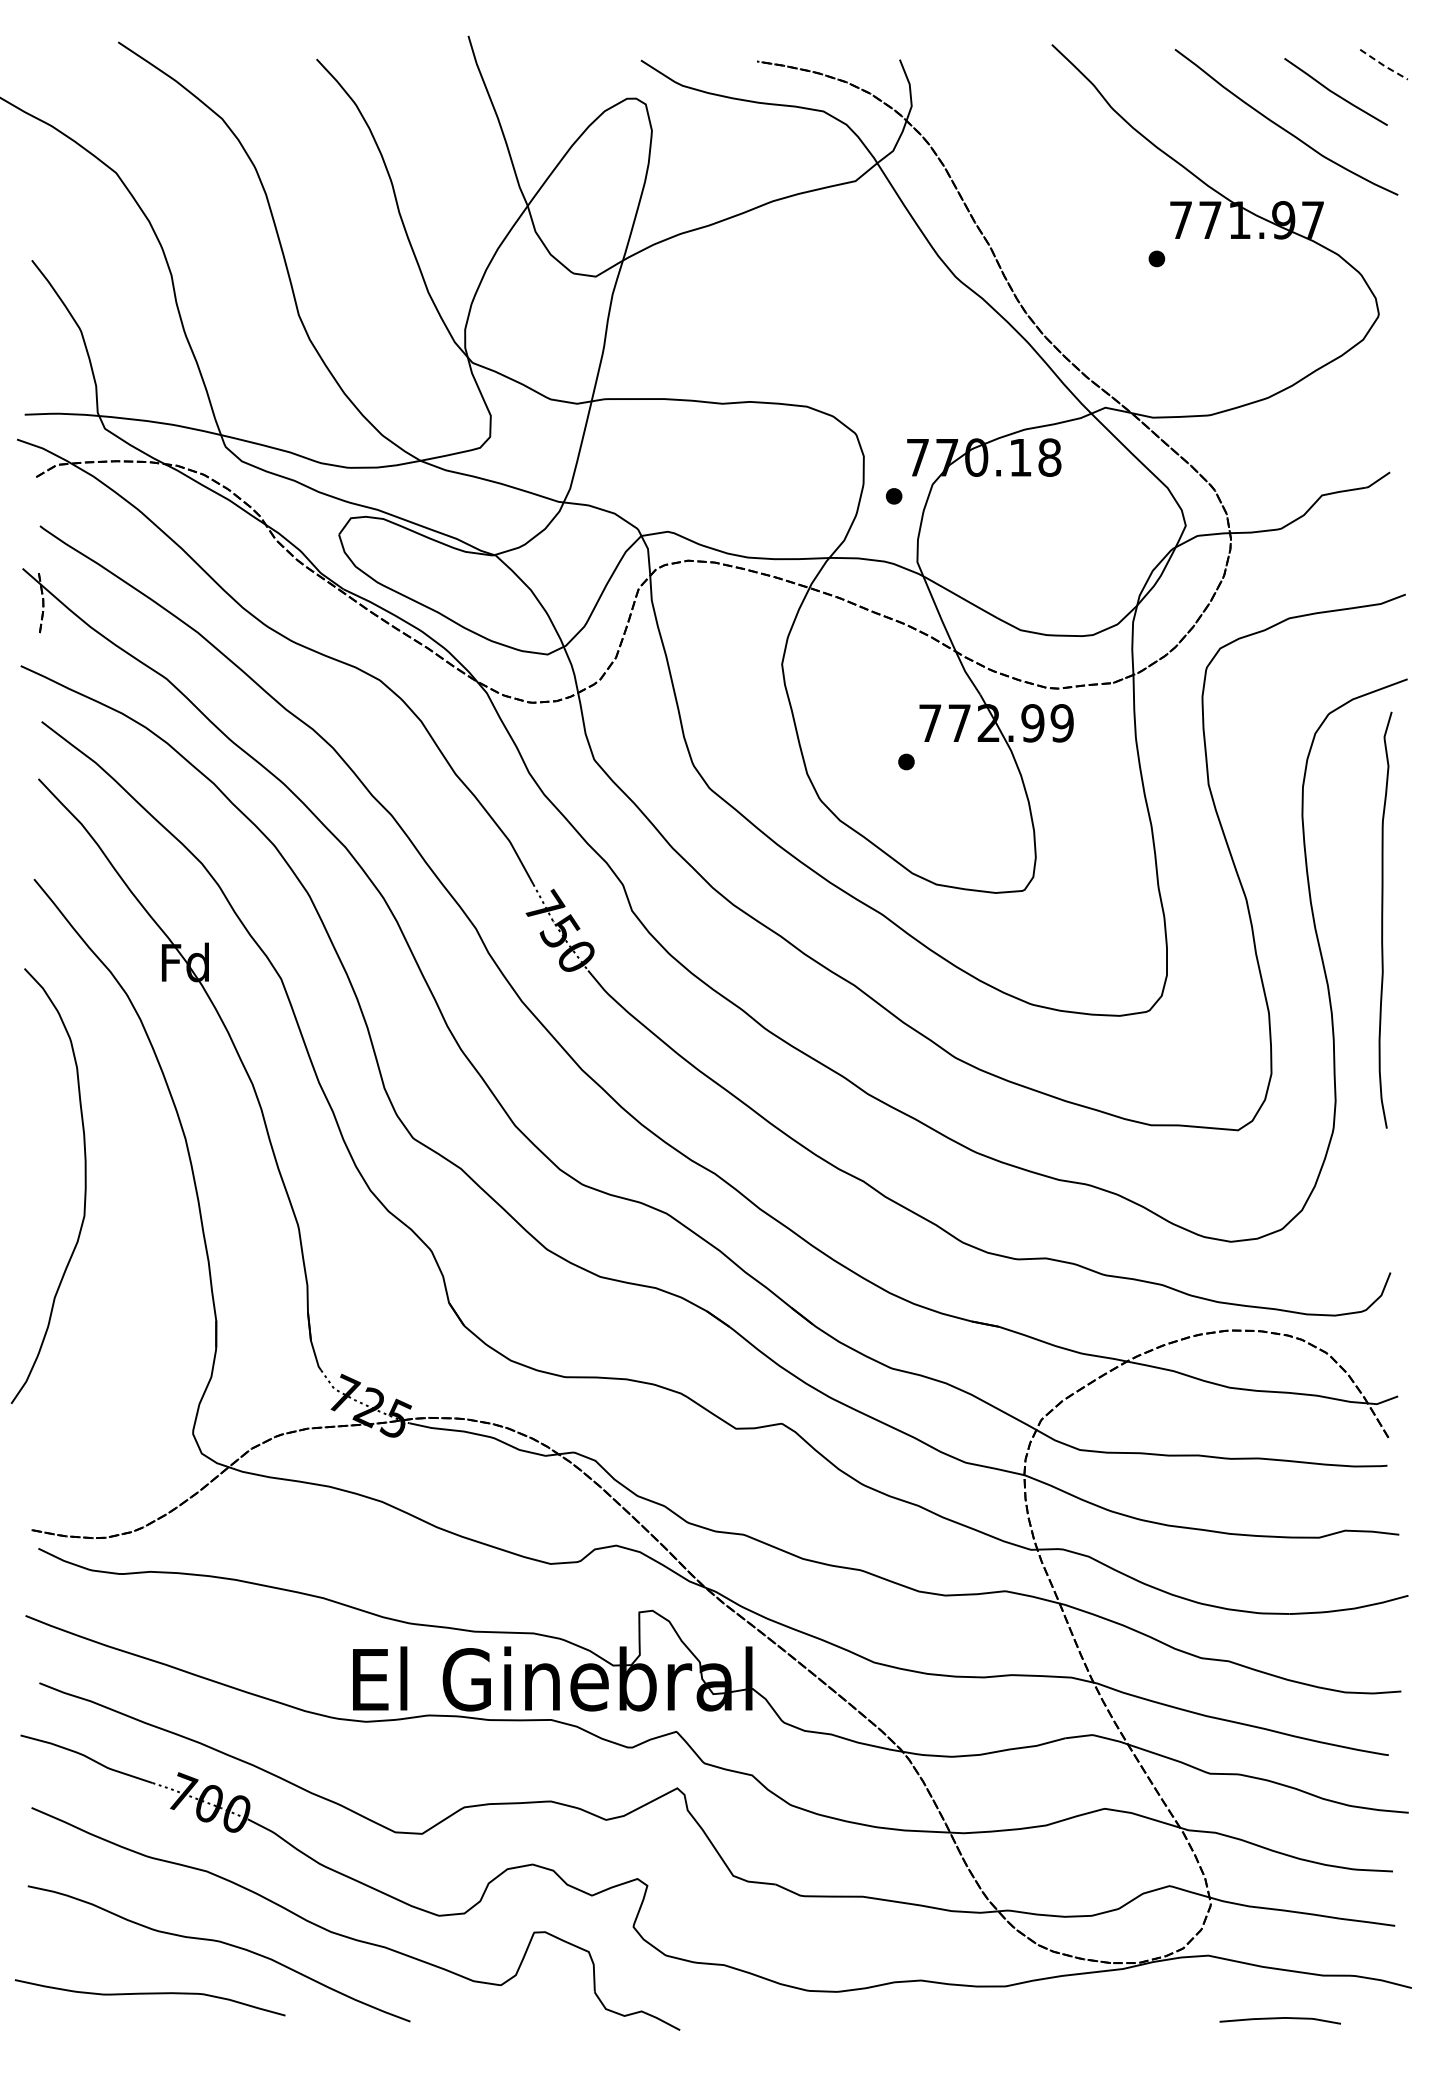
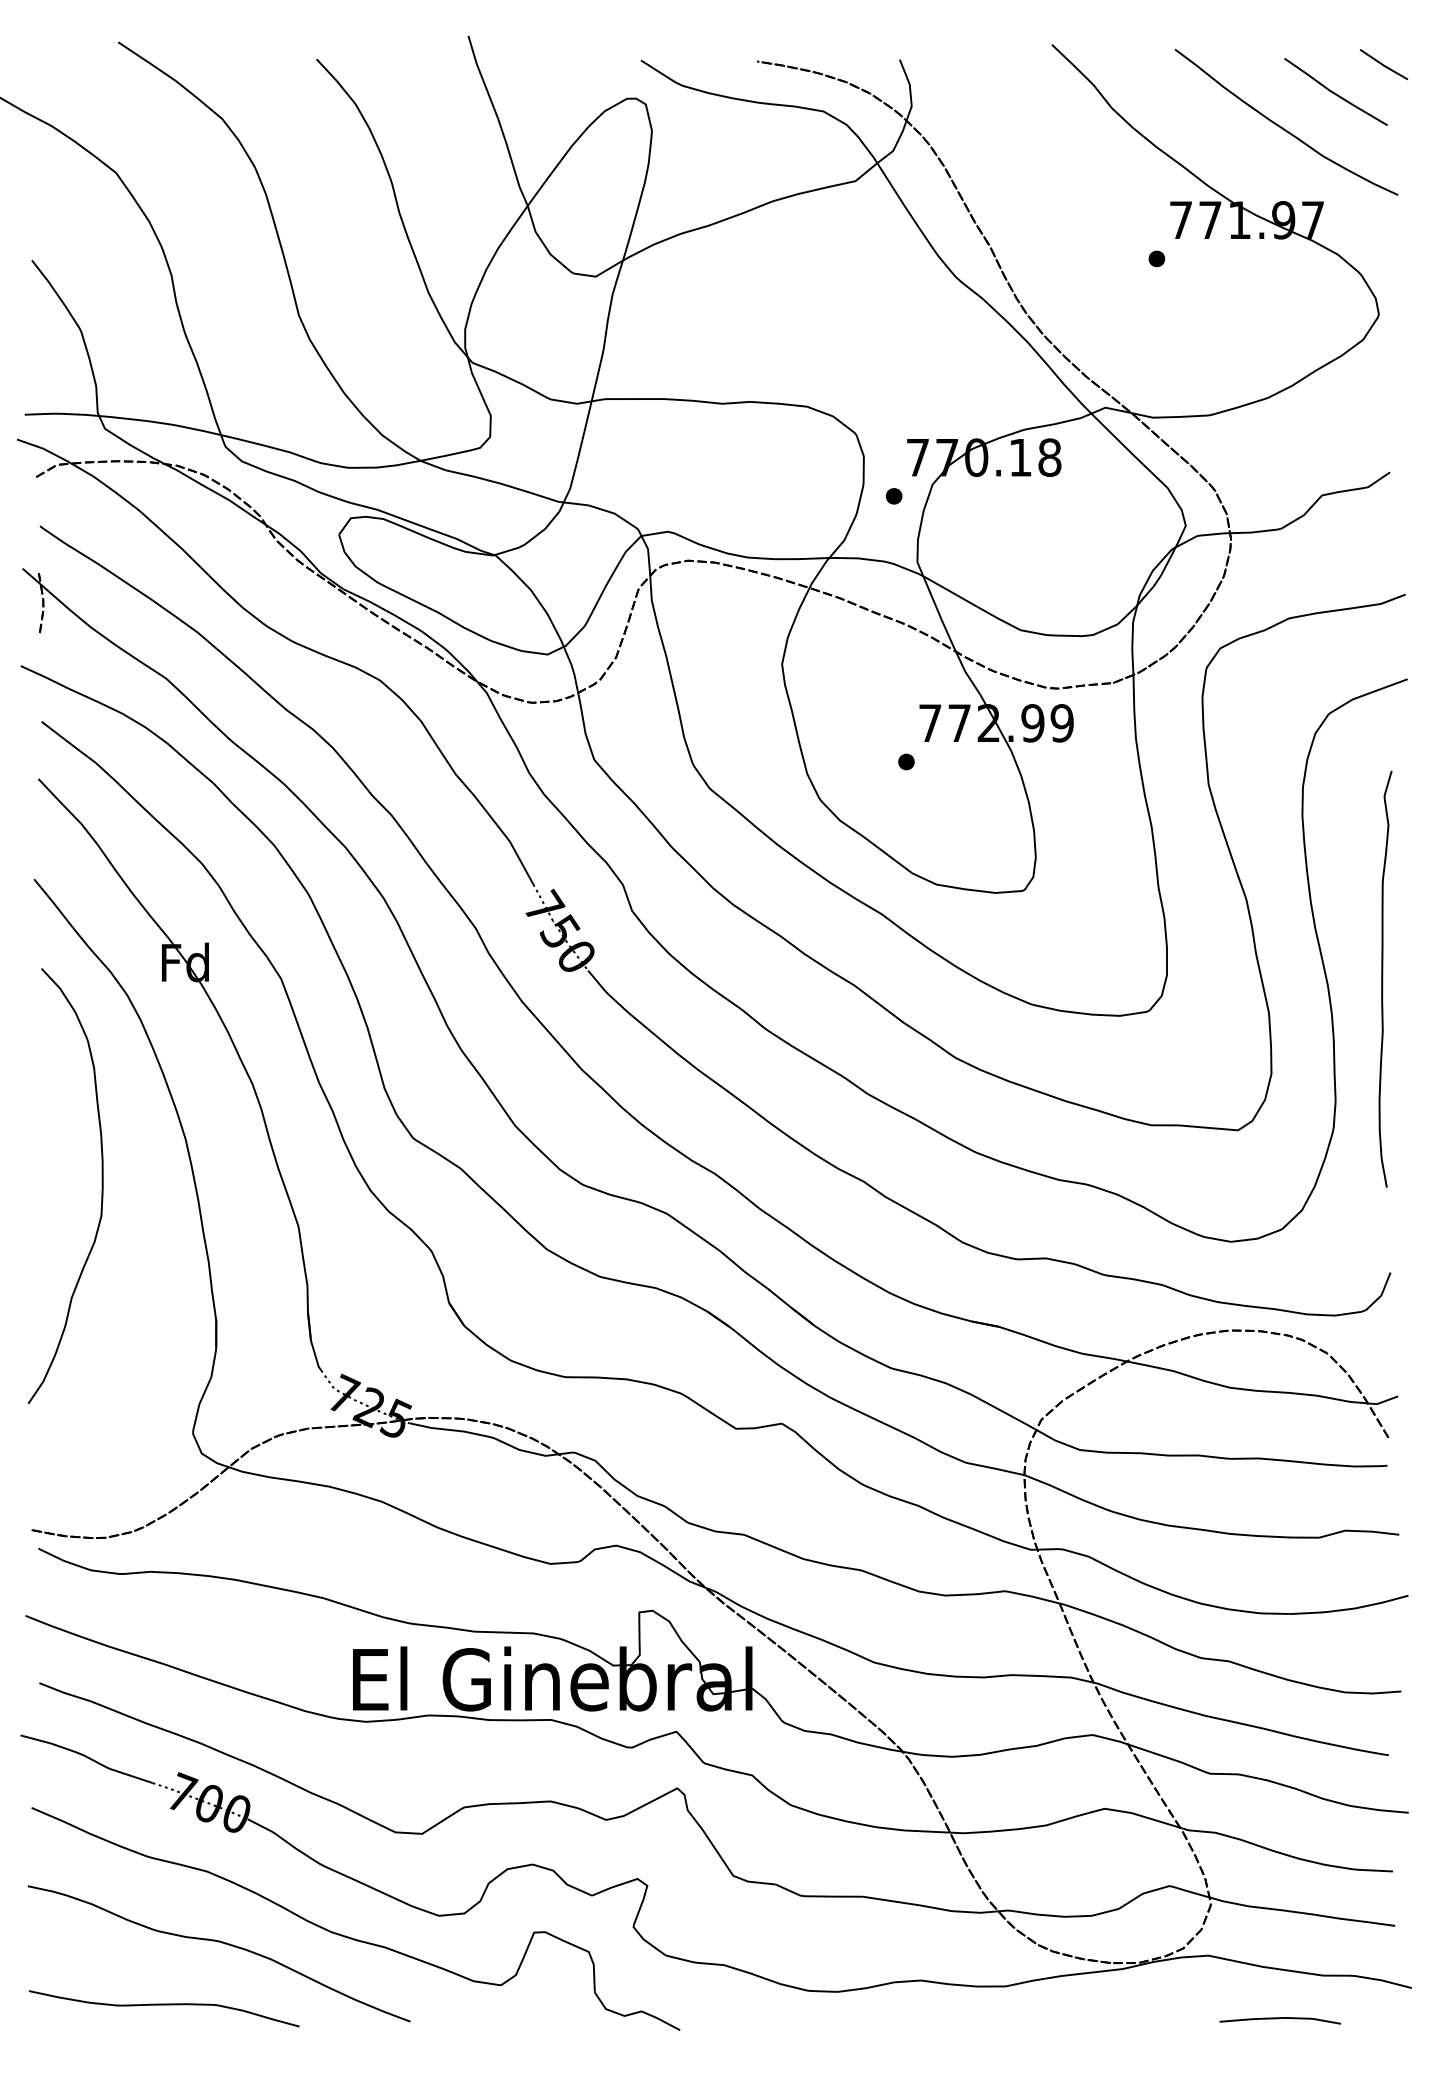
line at (1384, 65): dashed -> solid
curve at (1383, 919) position: (1383, 919) -> (1383, 978)
curve at (84, 1185) position: (84, 1185) -> (101, 1185)
curve at (149, 1994) position: (149, 1994) -> (163, 2005)
